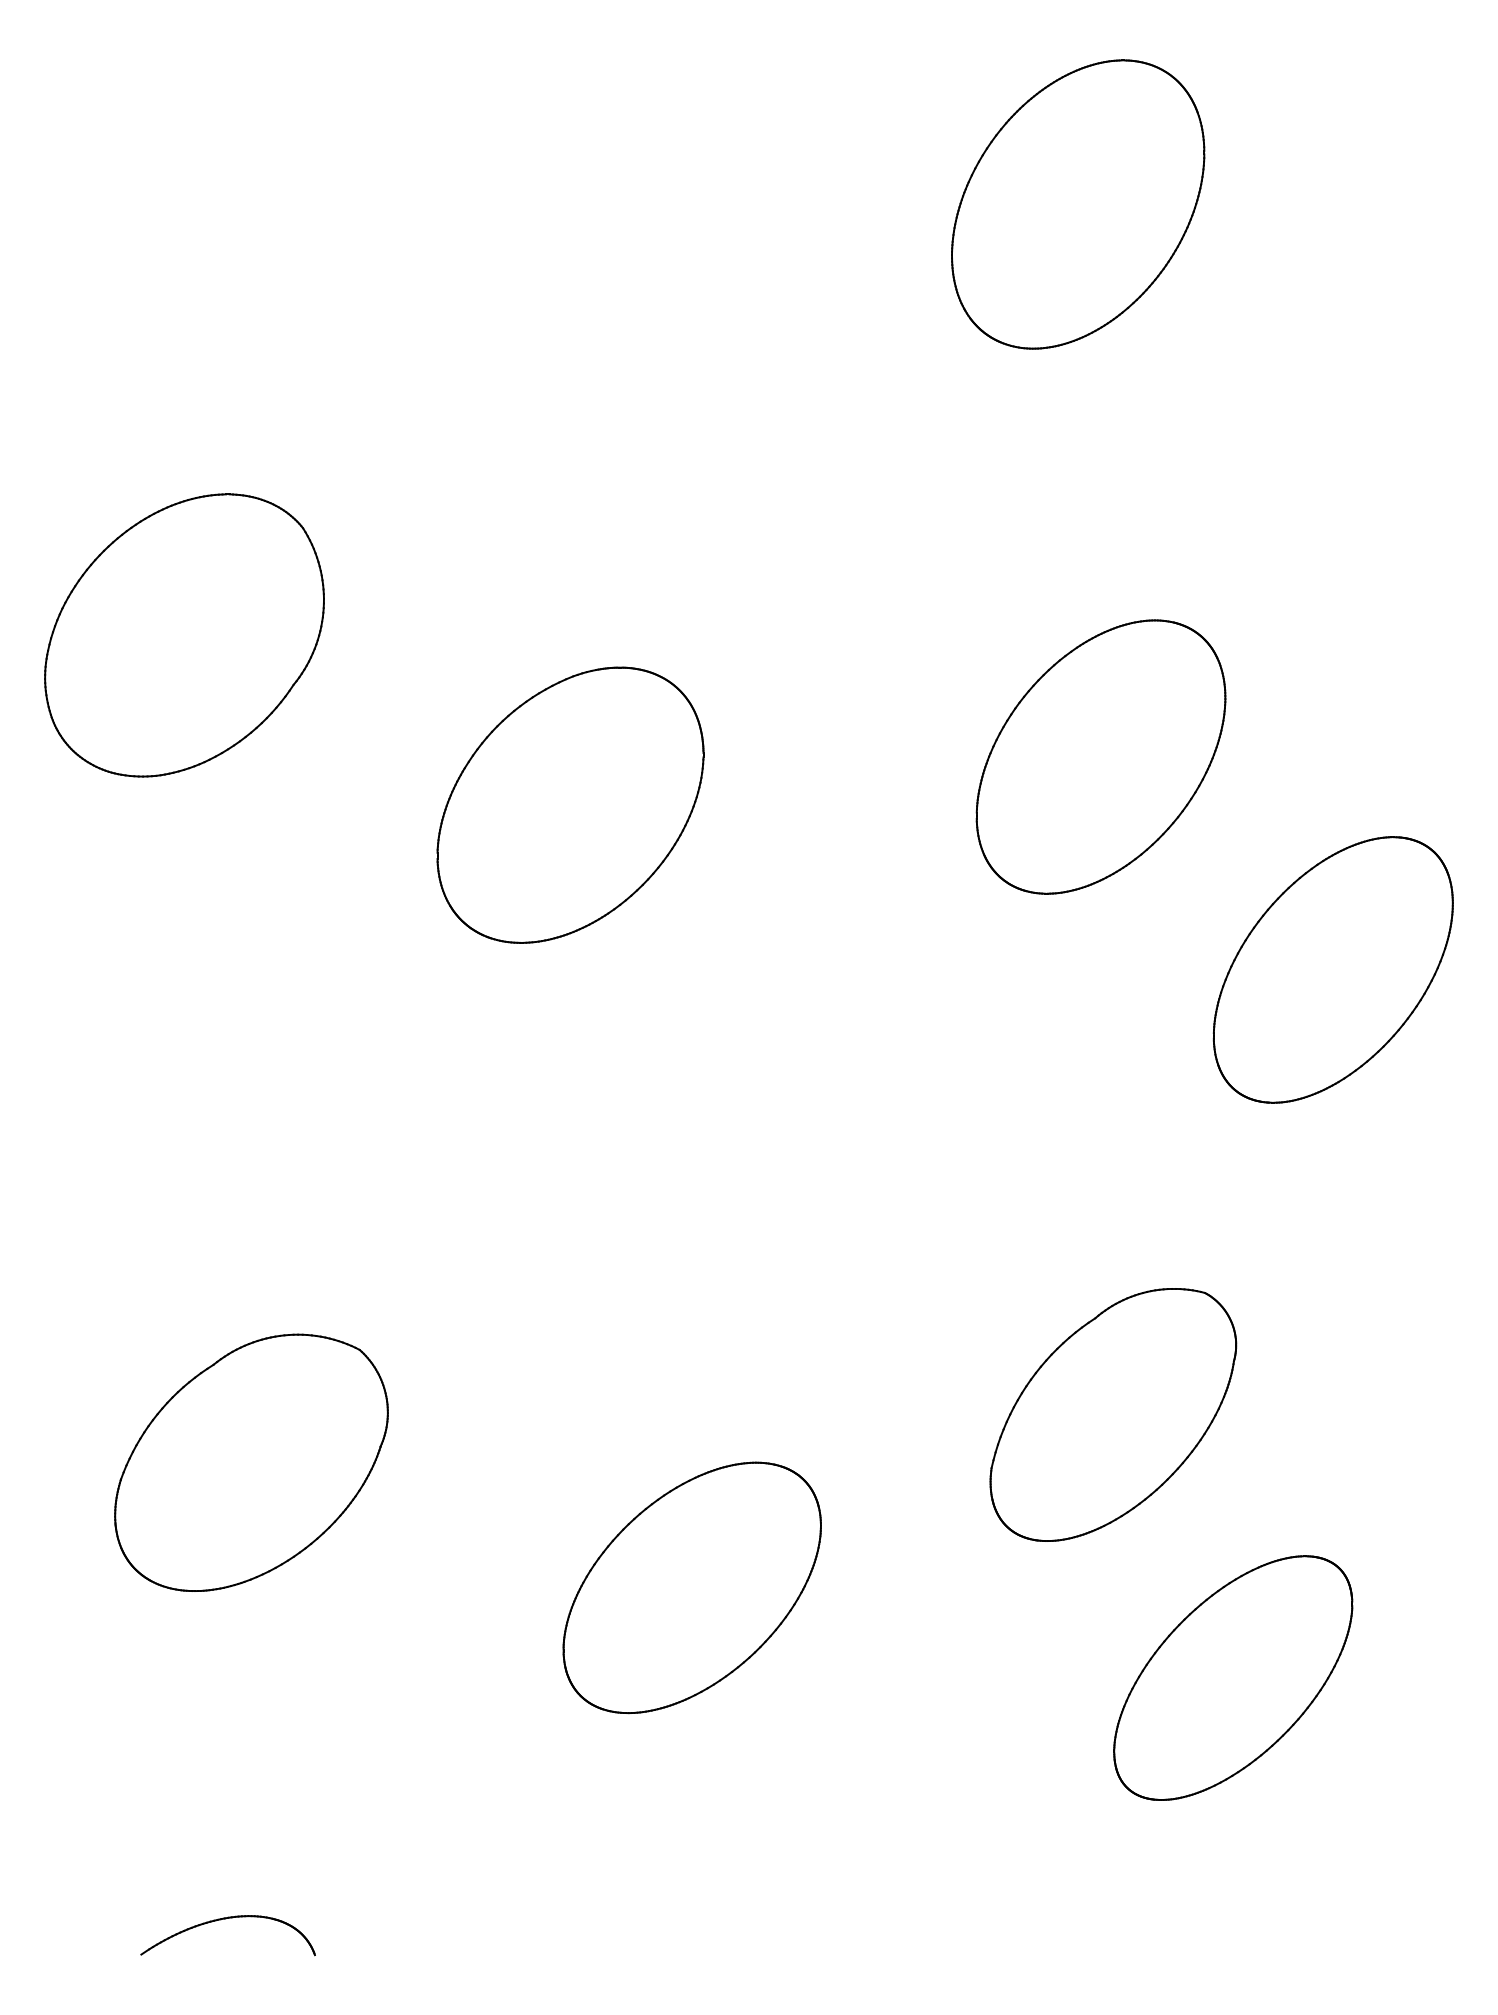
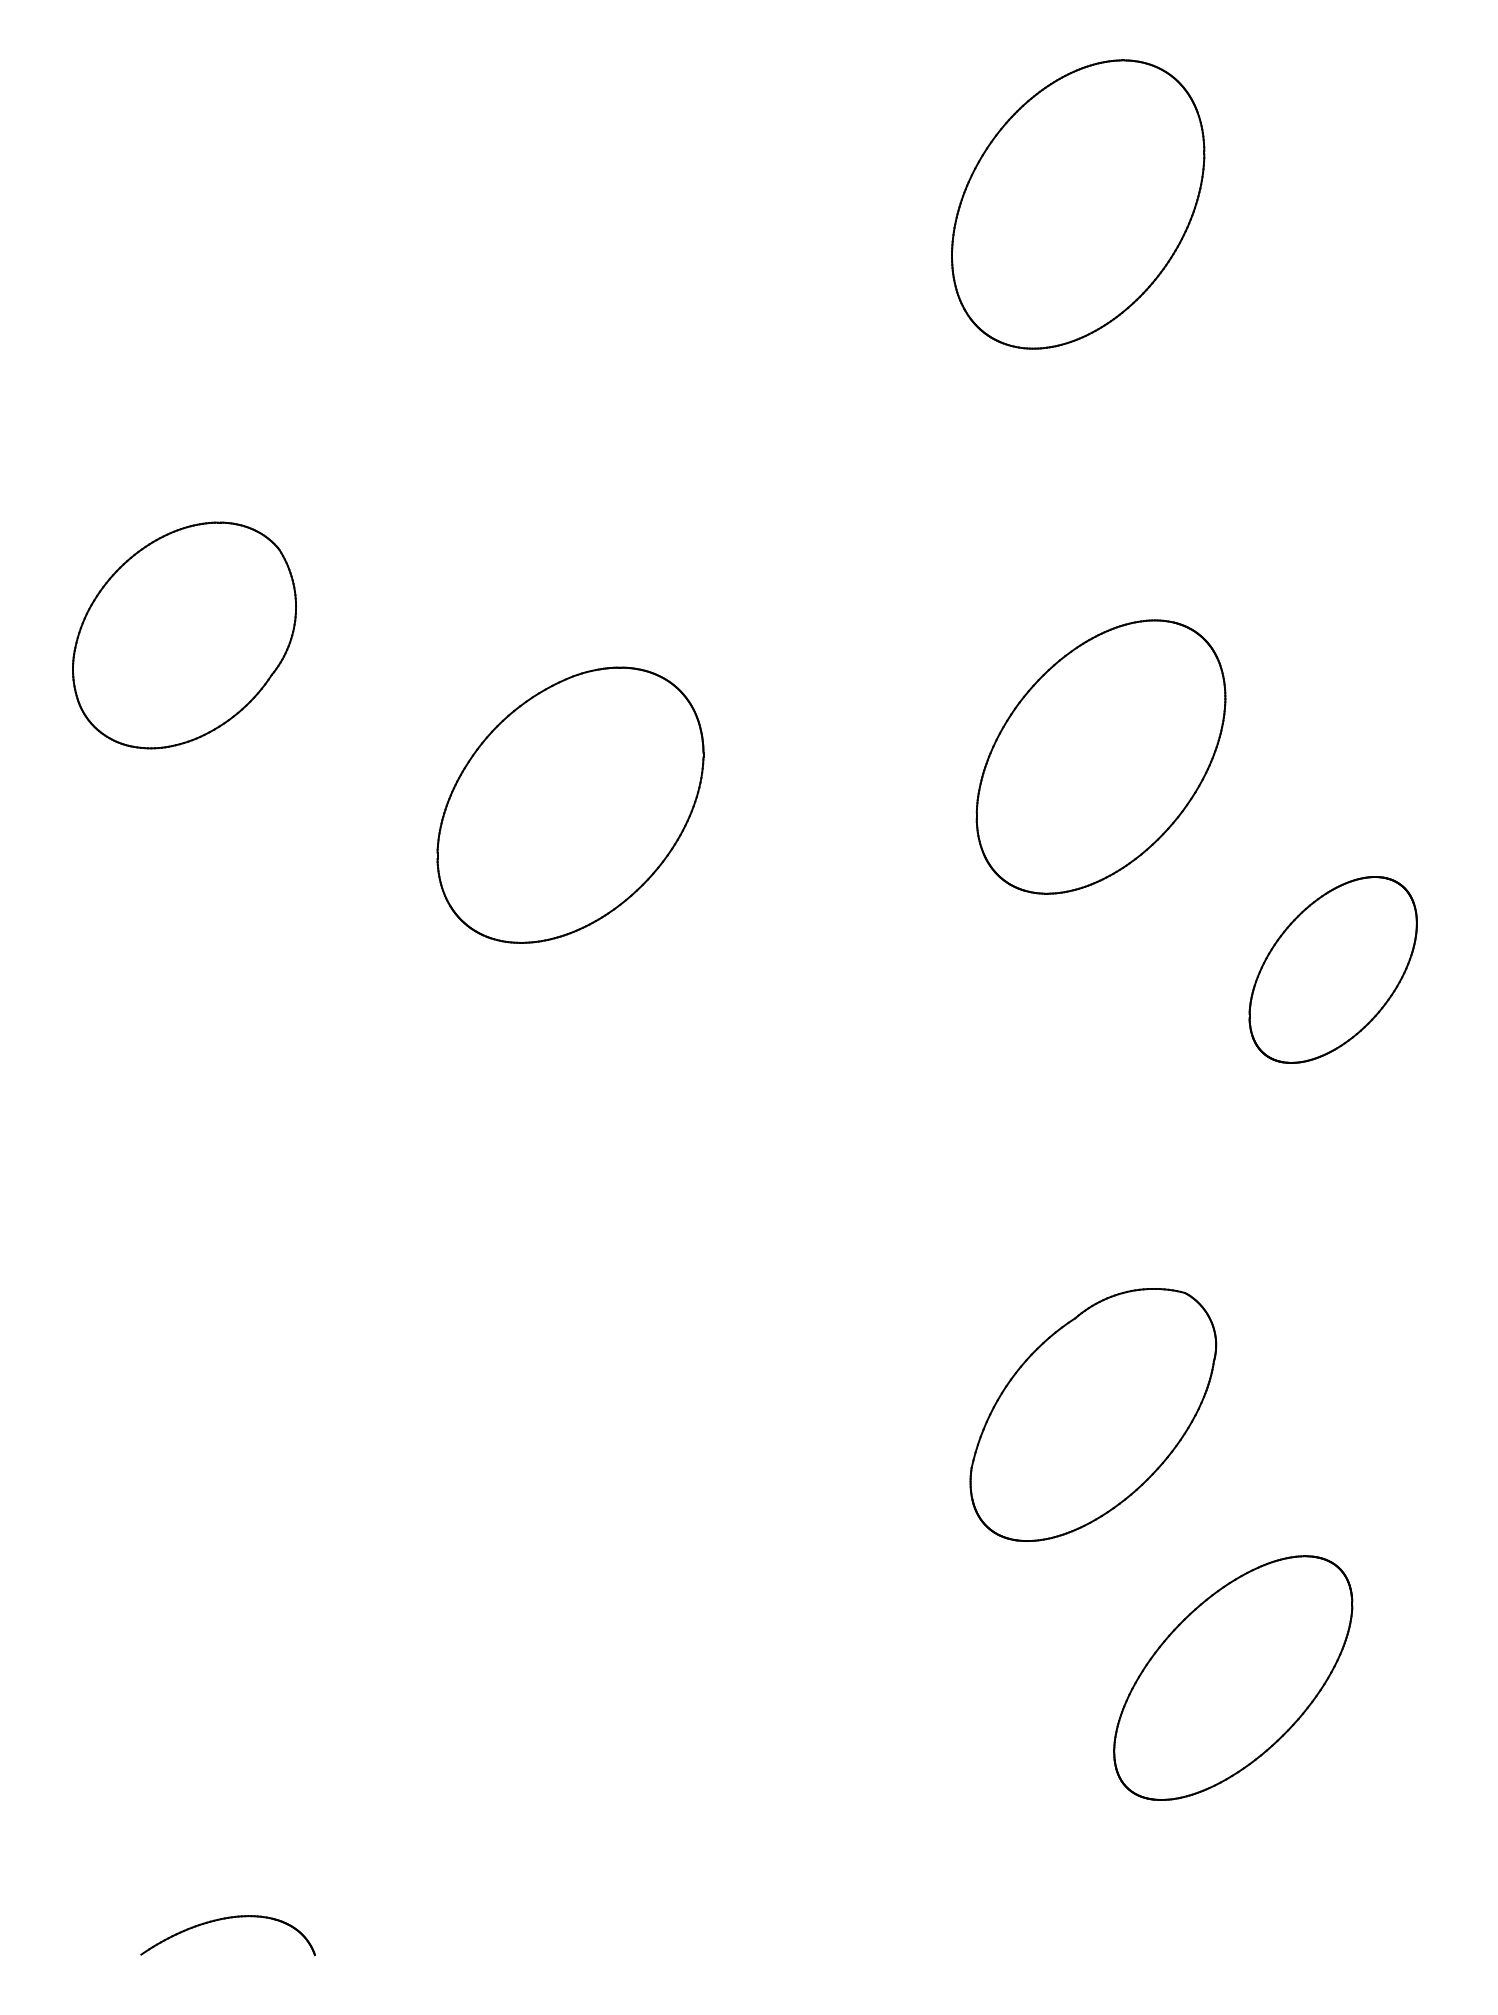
part at (184, 635) size: 281x285 px -> 225x229 px
part at (1332, 969) size: 242x268 px -> 170x188 px
part at (1113, 1414) position: (1113, 1414) -> (1093, 1414)
part at (251, 1462): present -> none
part at (691, 1587): present -> none
